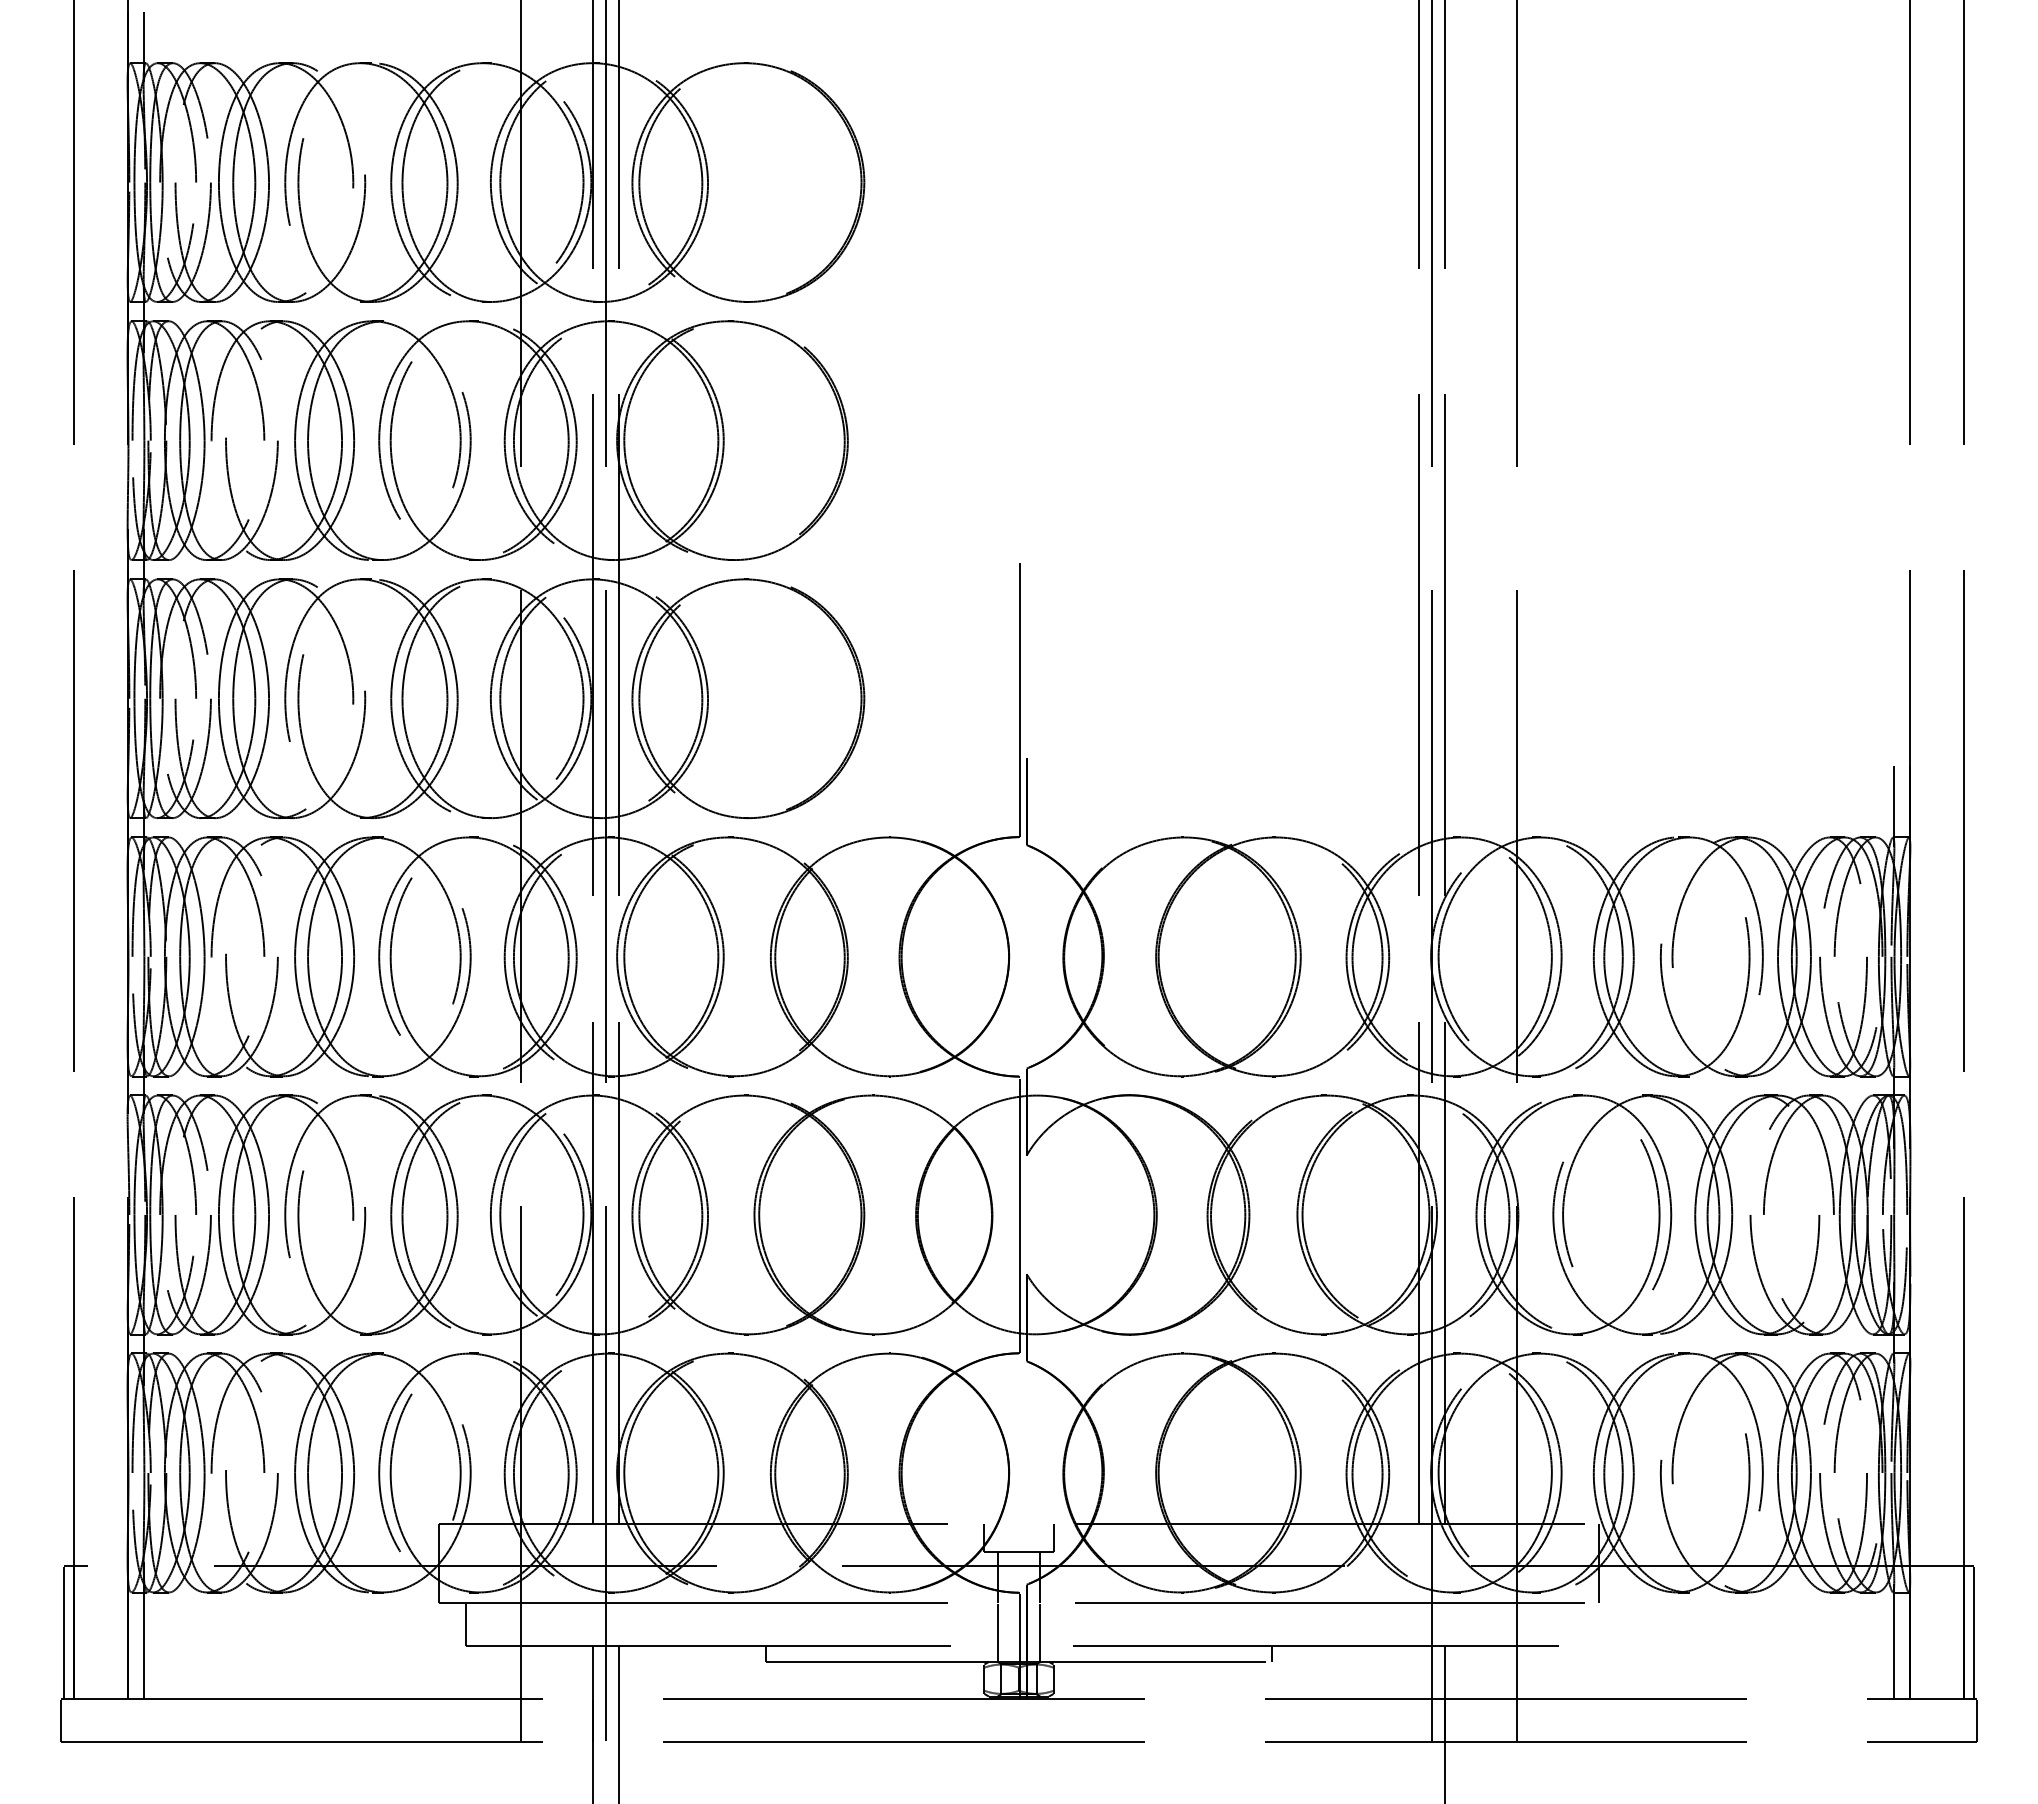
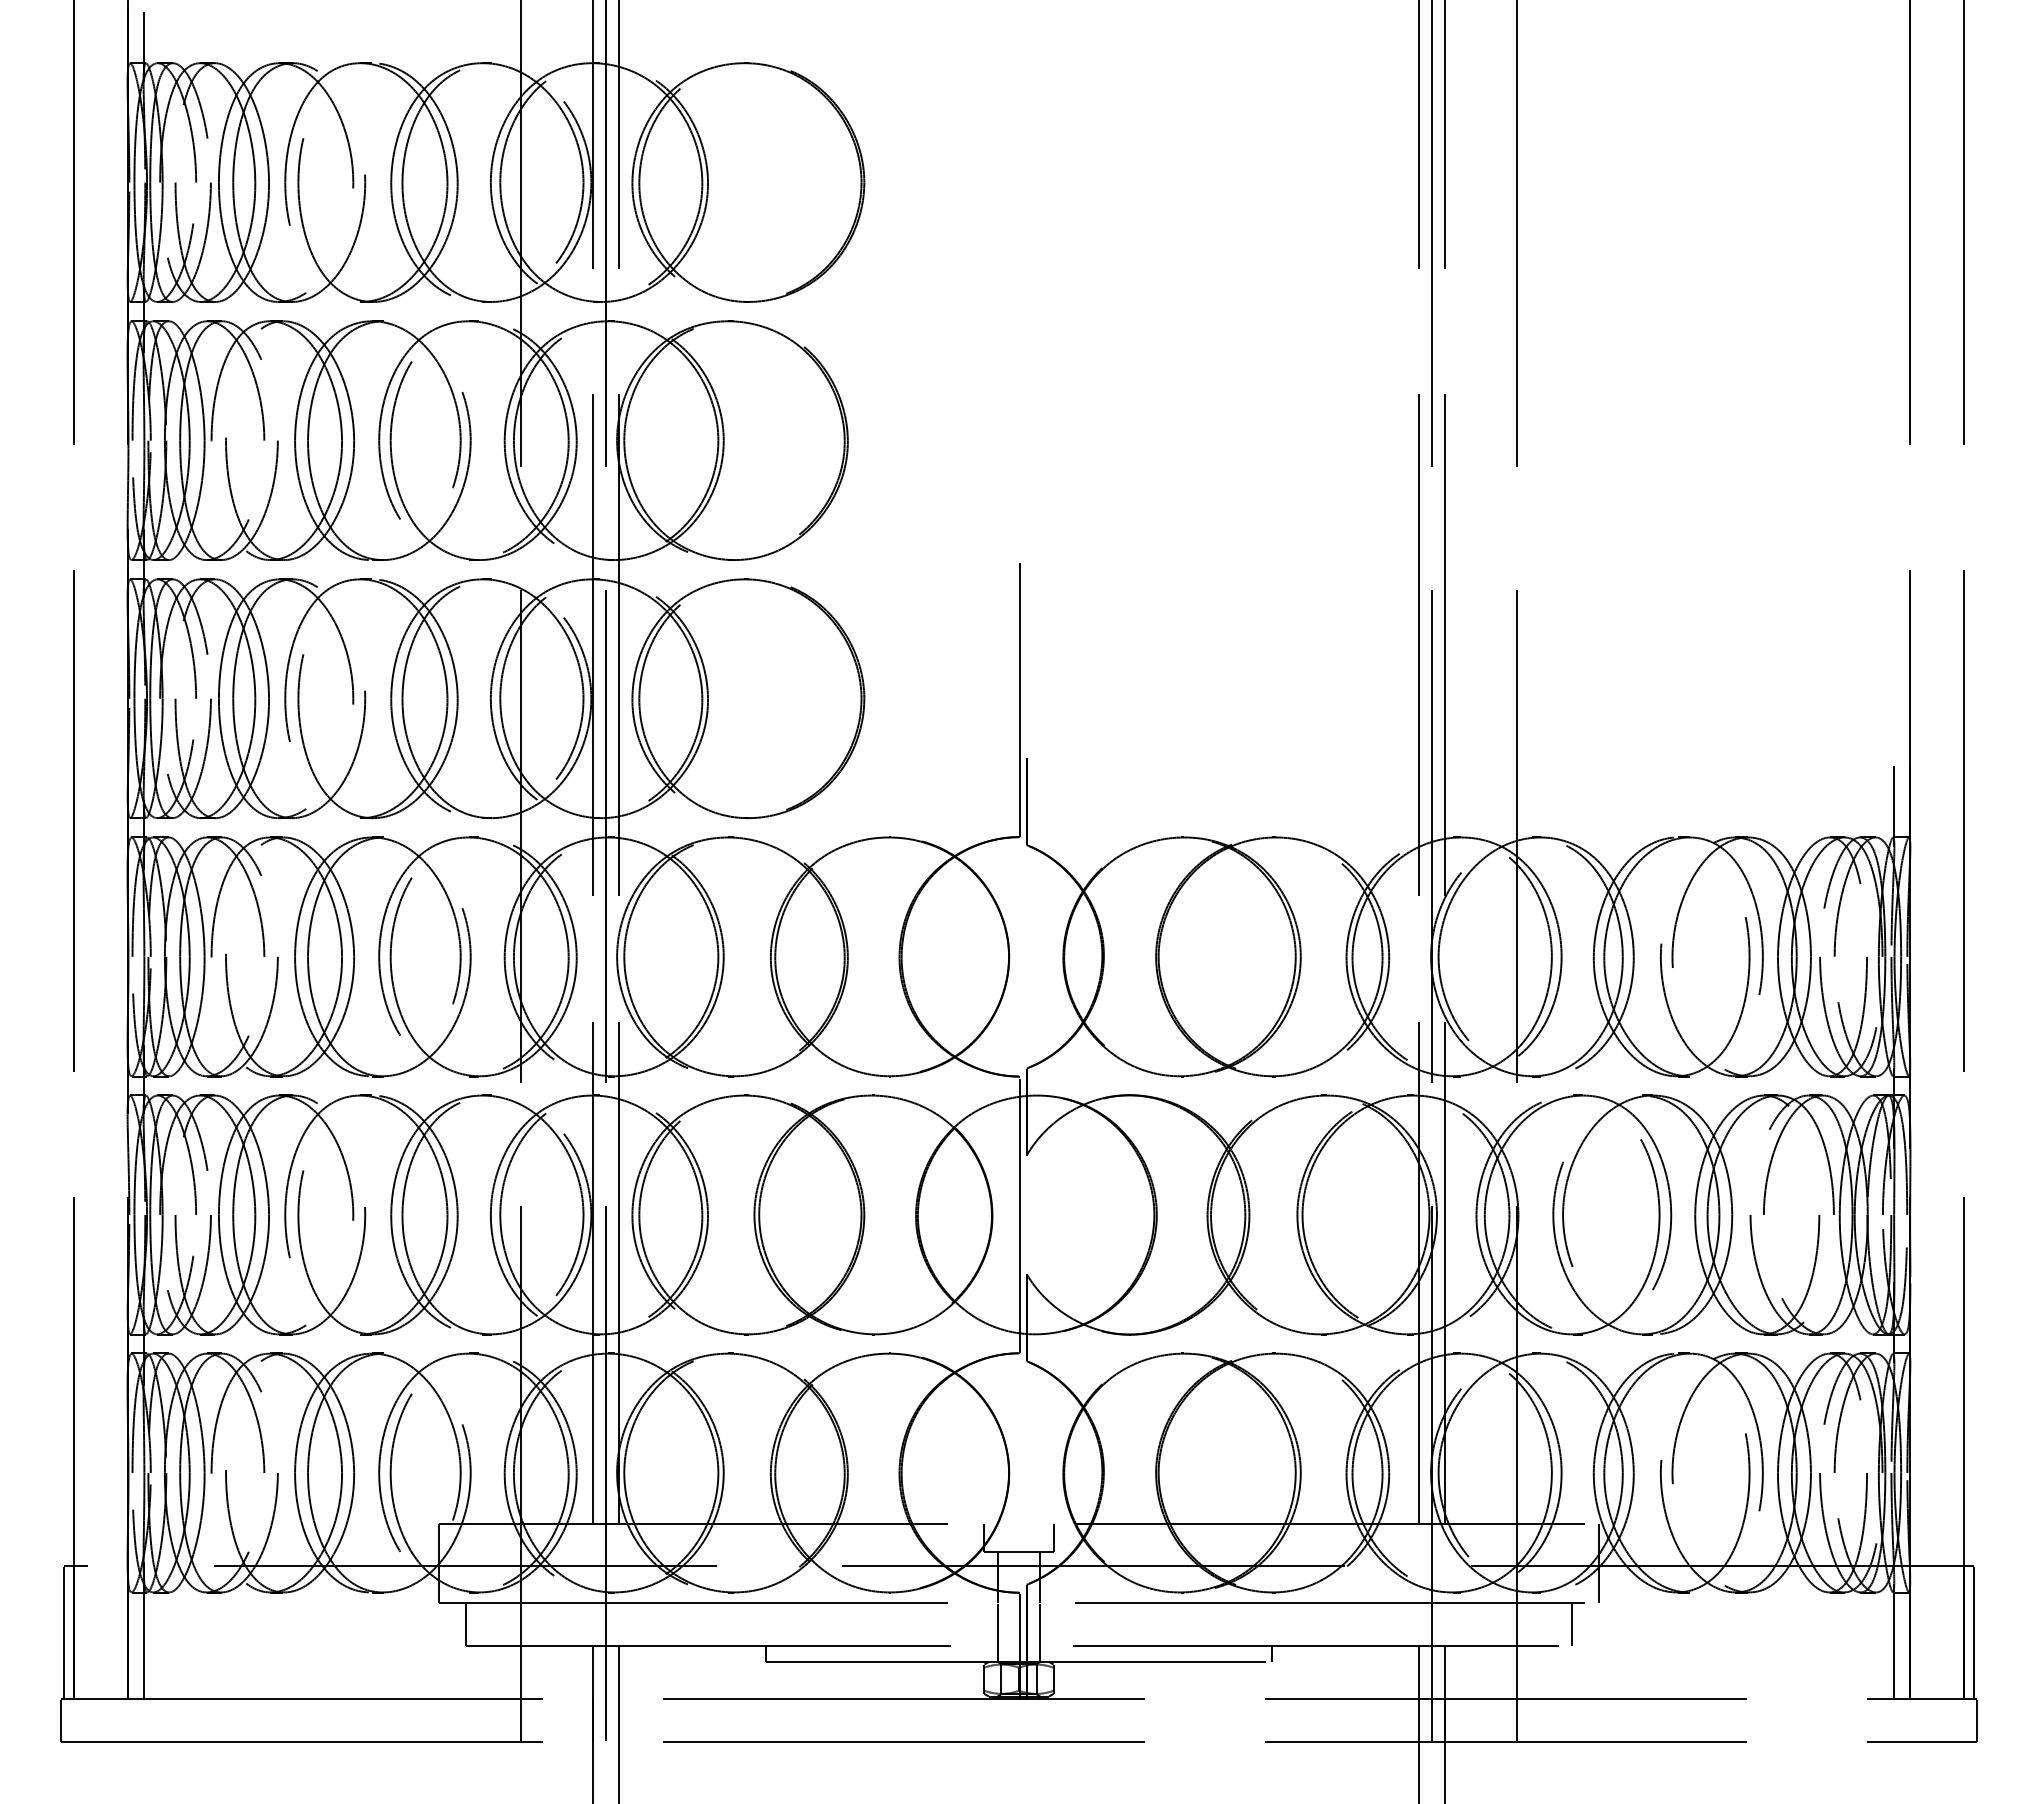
line at (1572, 1624): none -> present
line at (1418, 1722): none -> present
